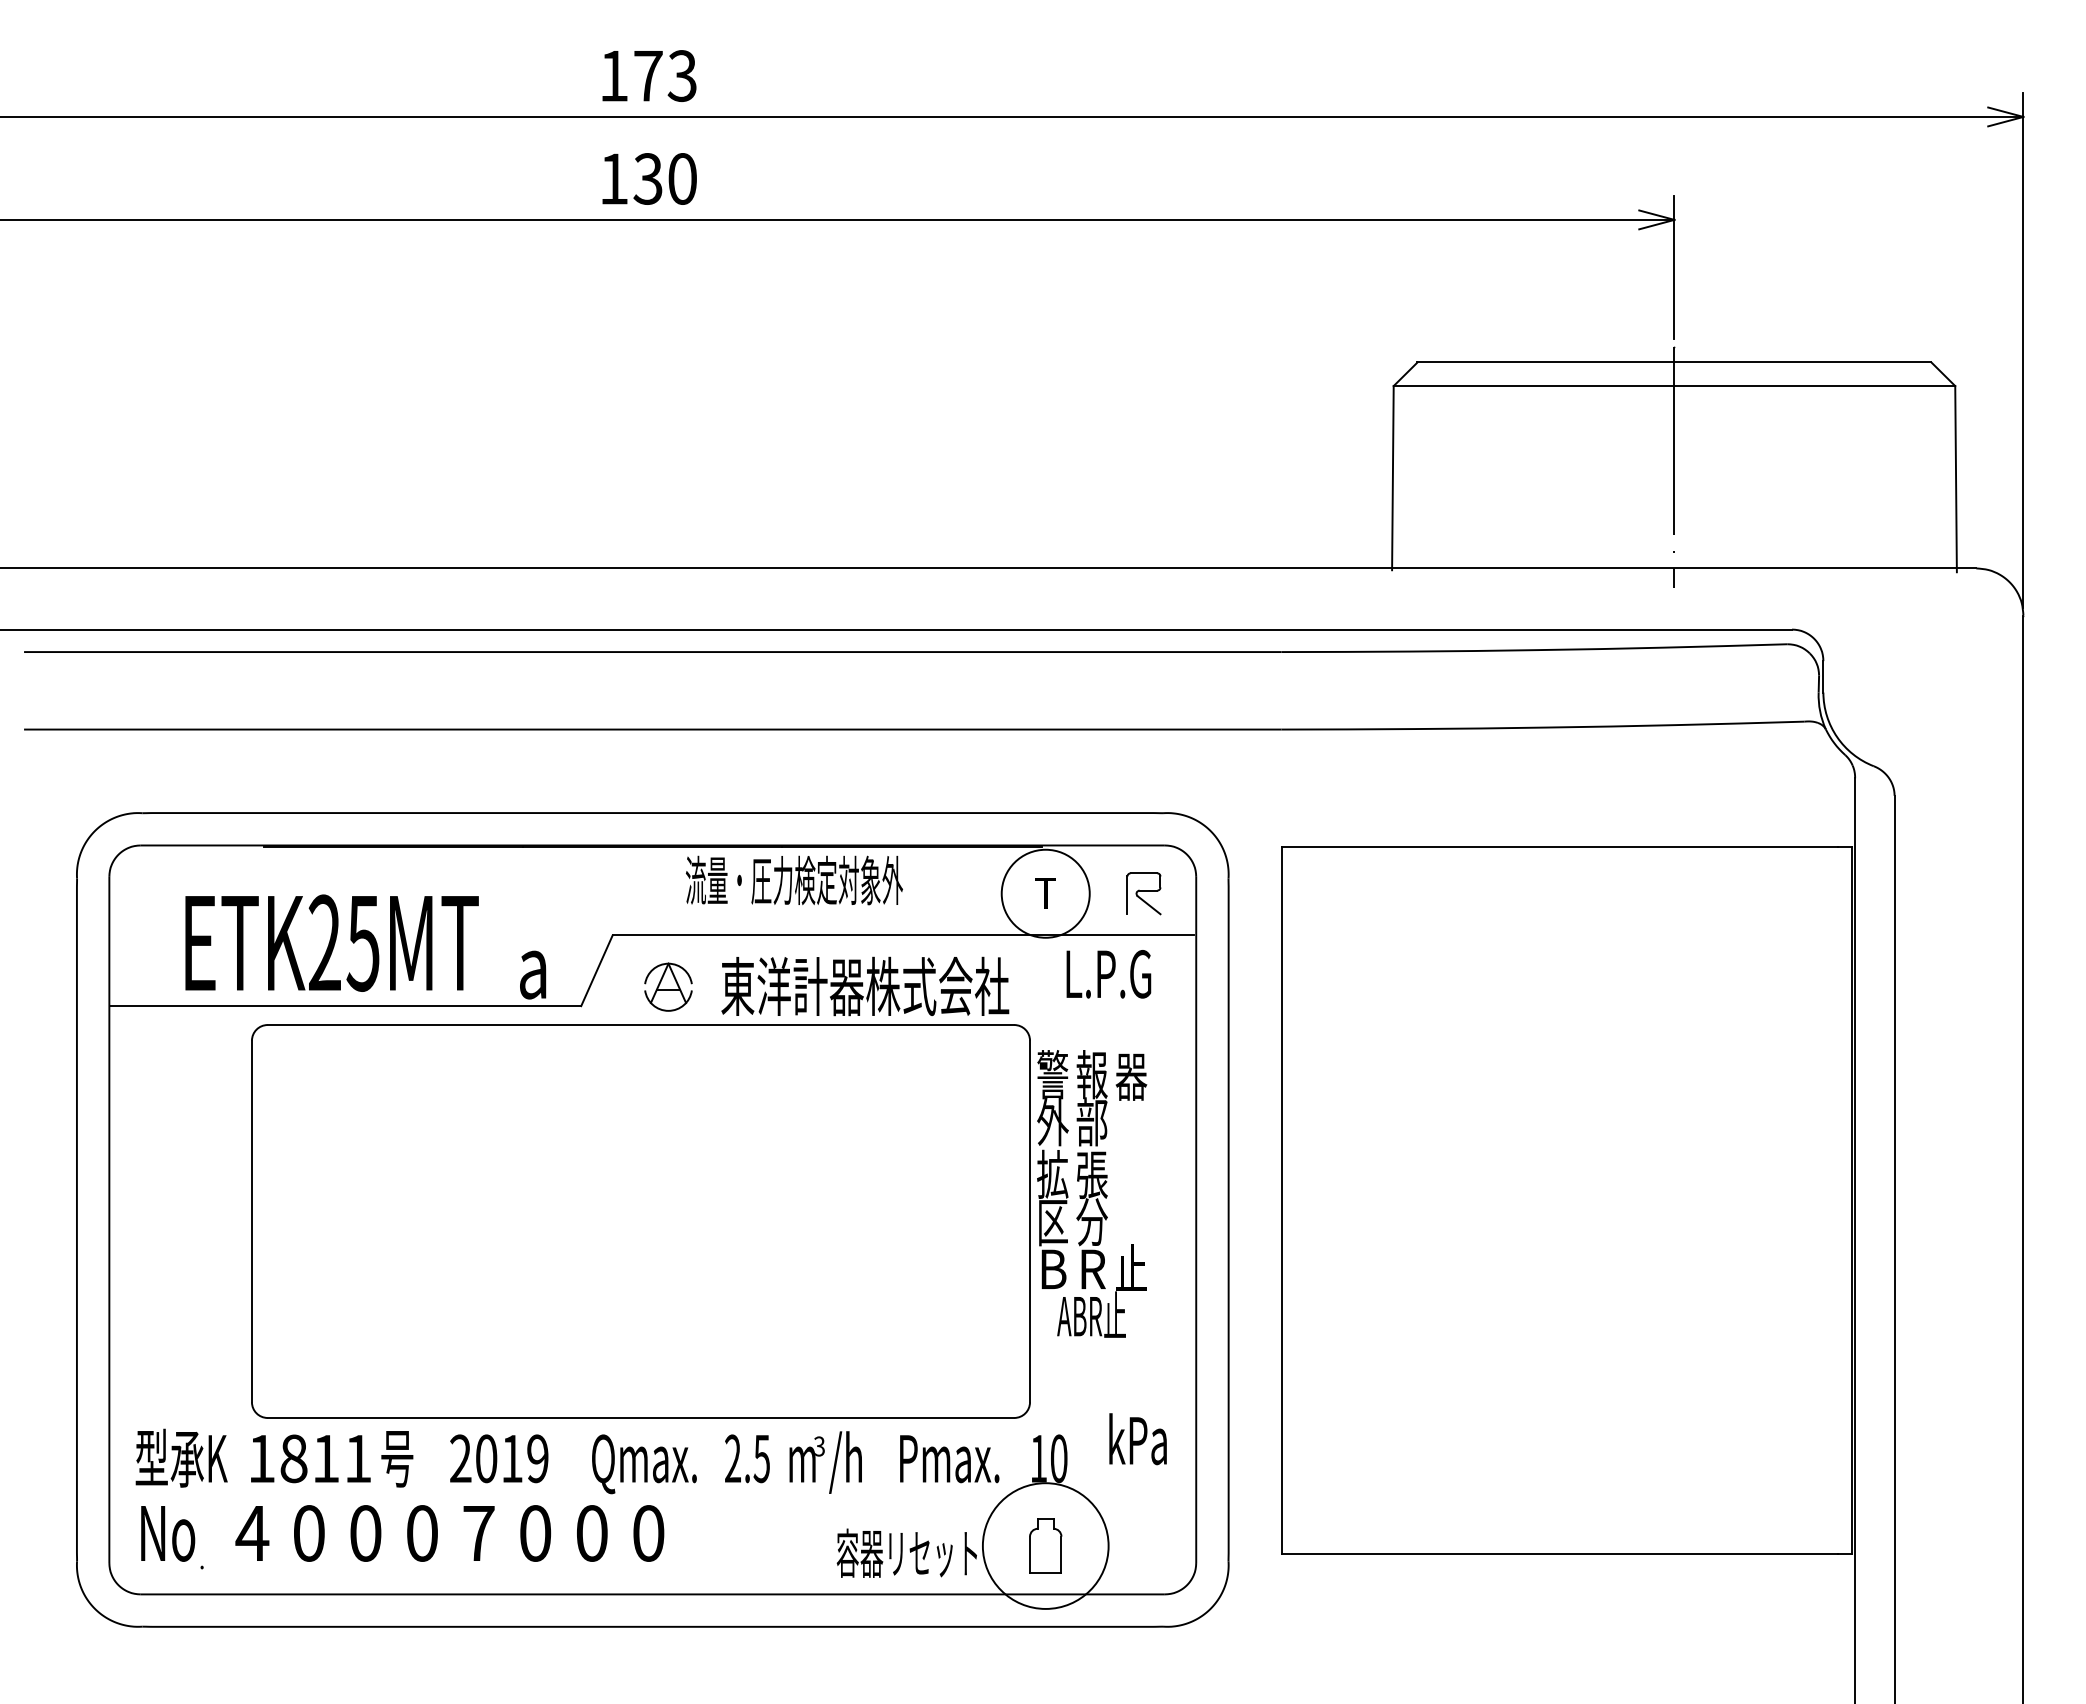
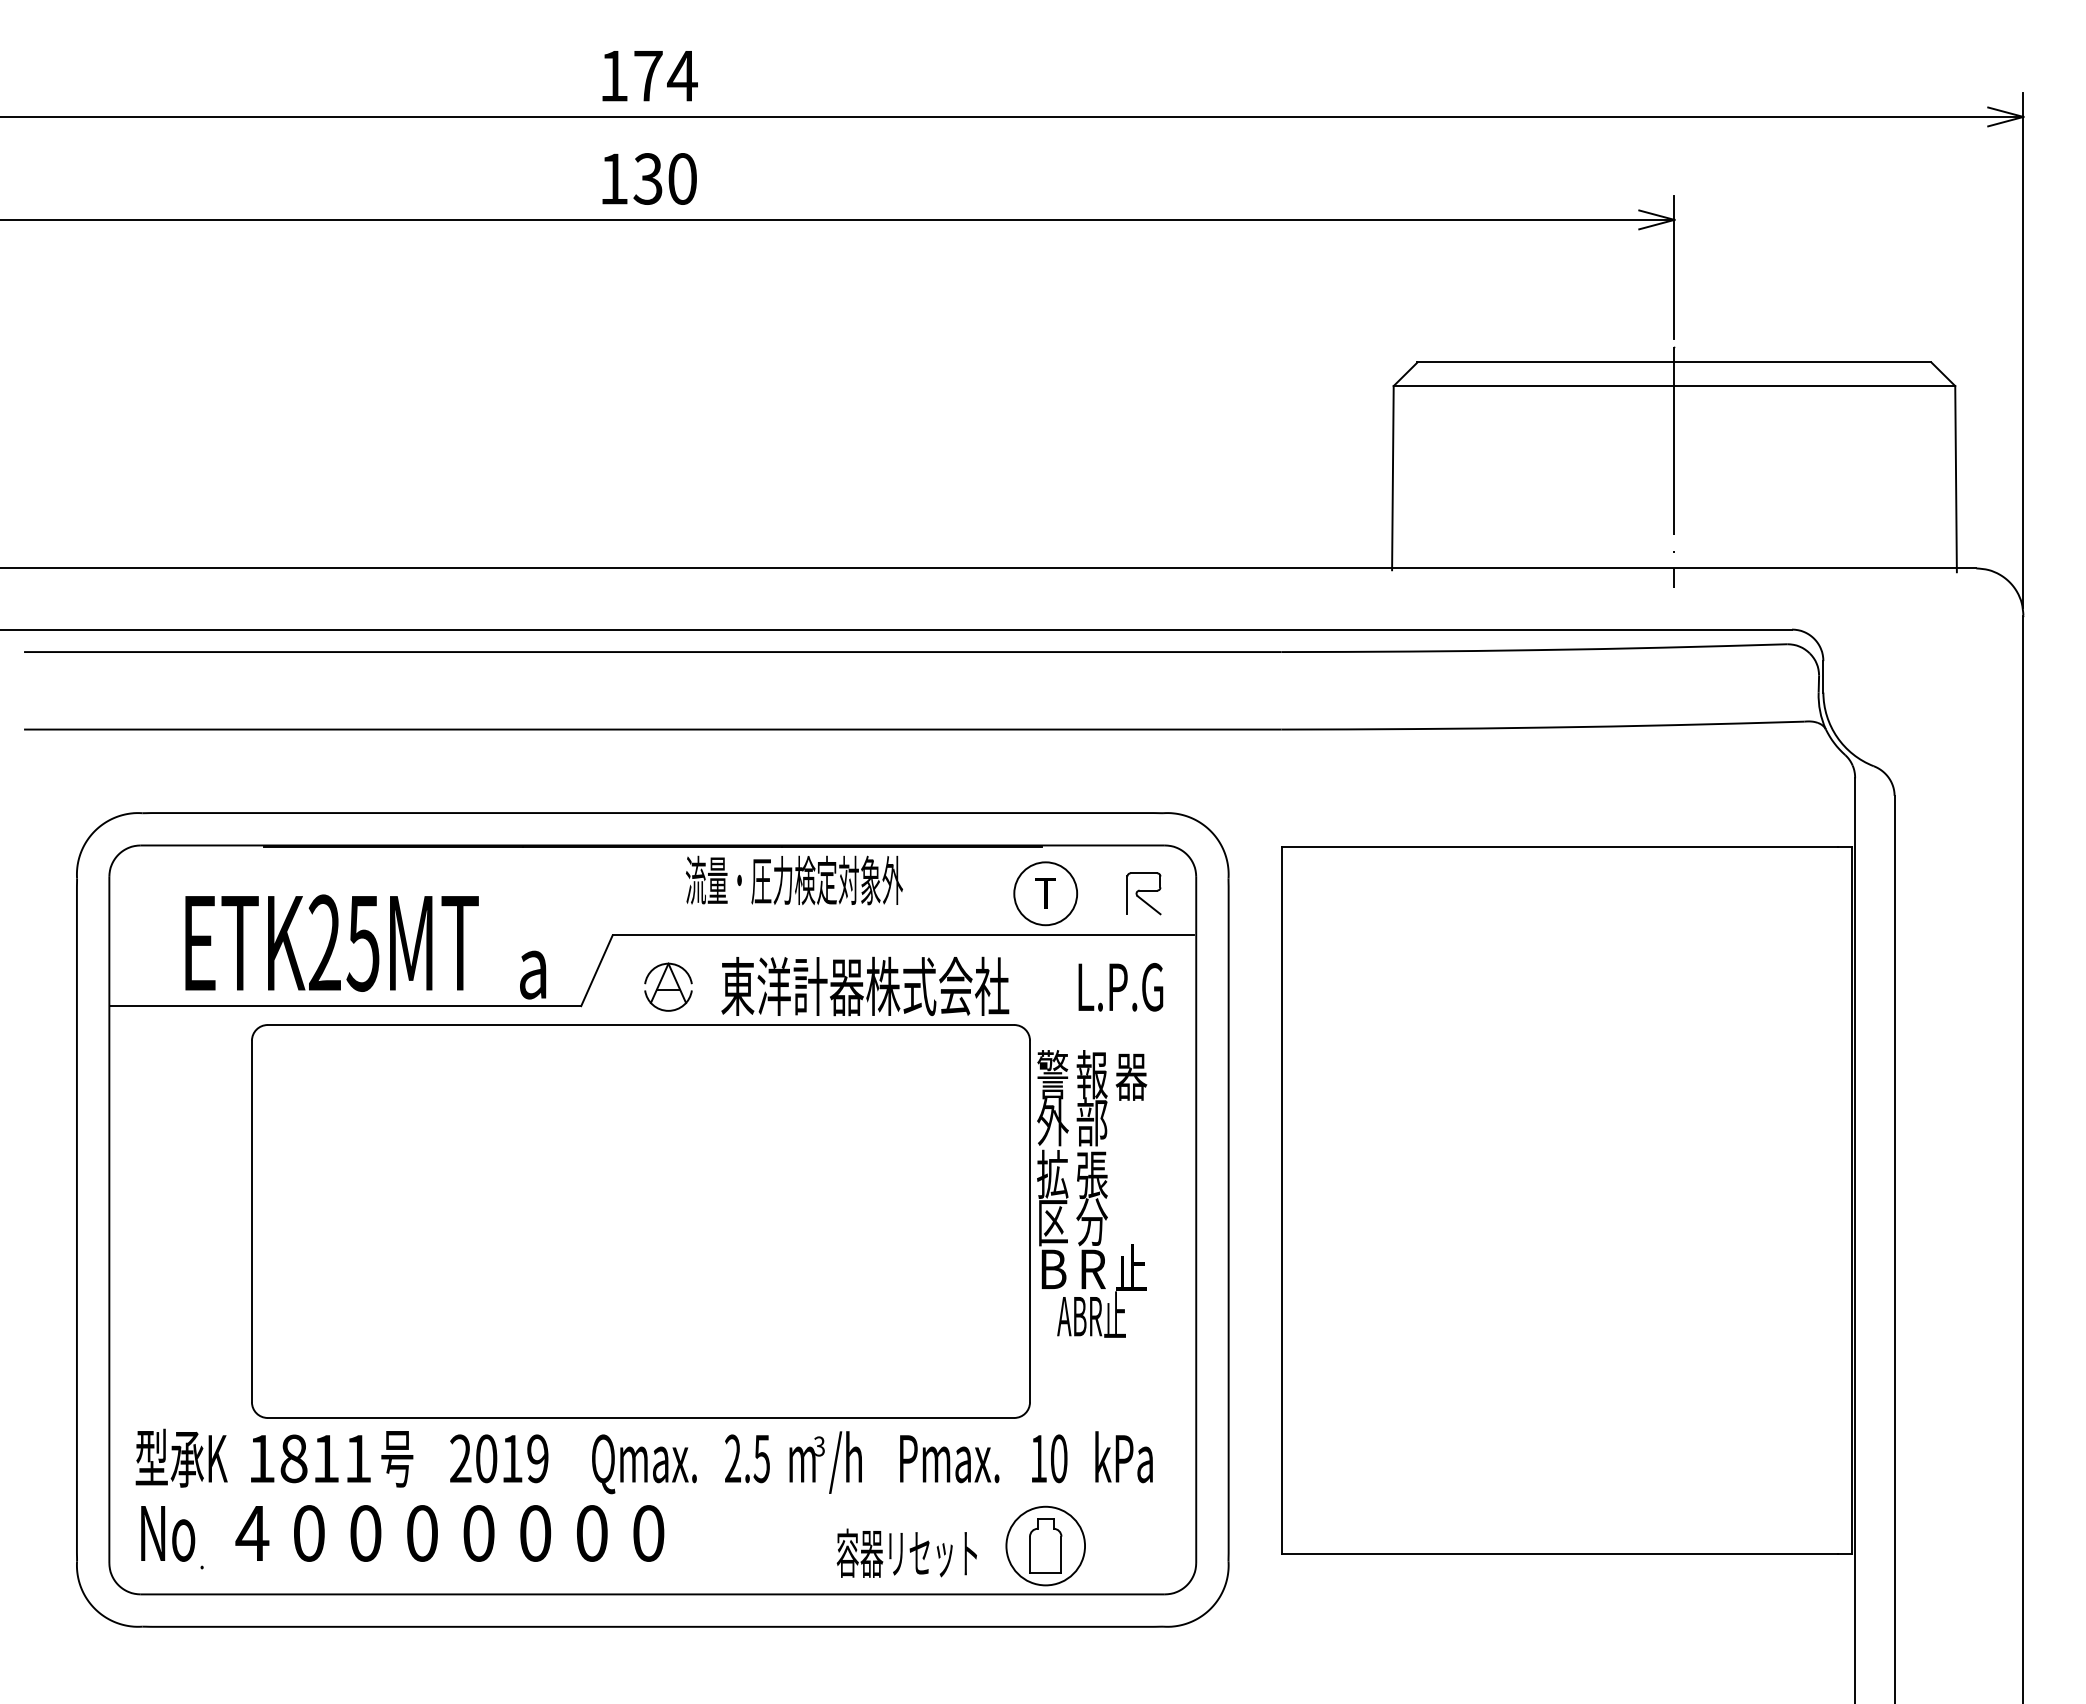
text at (682, 76): 173 -> 174
circle at (1045, 893) diameter: 88 px -> 63 px
text at (1108, 974) position: (1108, 974) -> (1120, 987)
text at (1137, 1439) position: (1137, 1439) -> (1123, 1457)
text at (478, 1533): 7 -> 0
circle at (1045, 1545) diameter: 126 px -> 79 px
